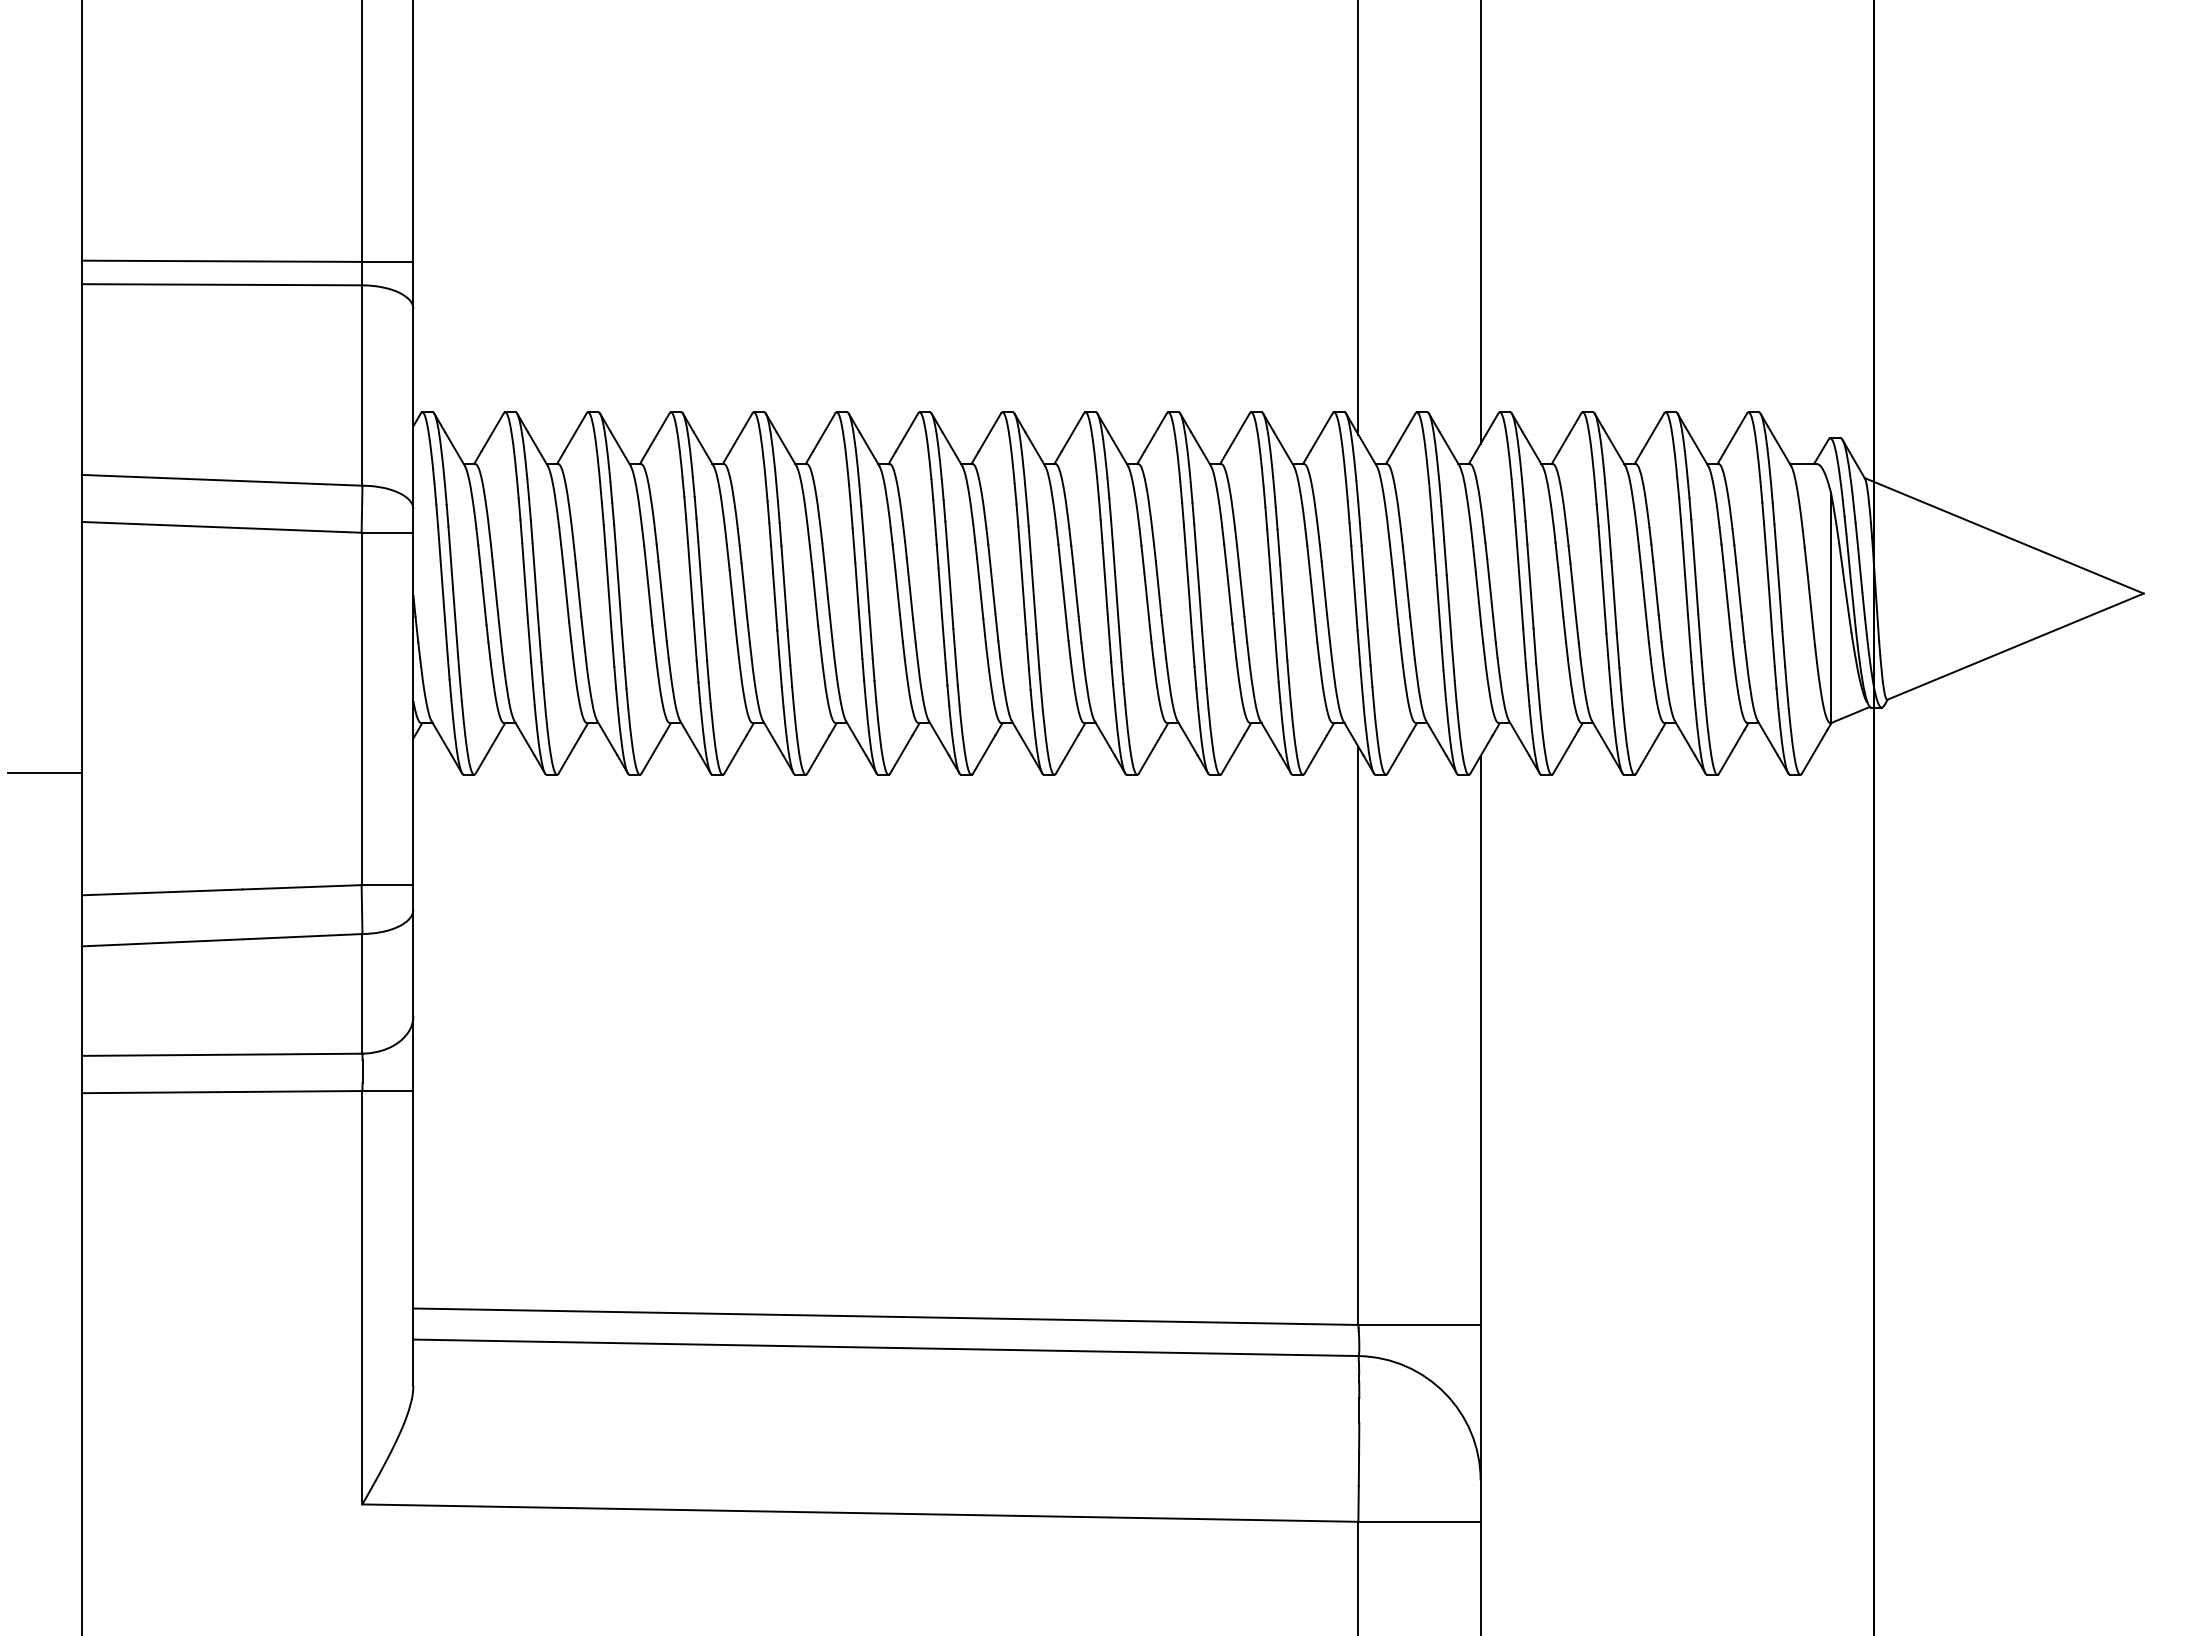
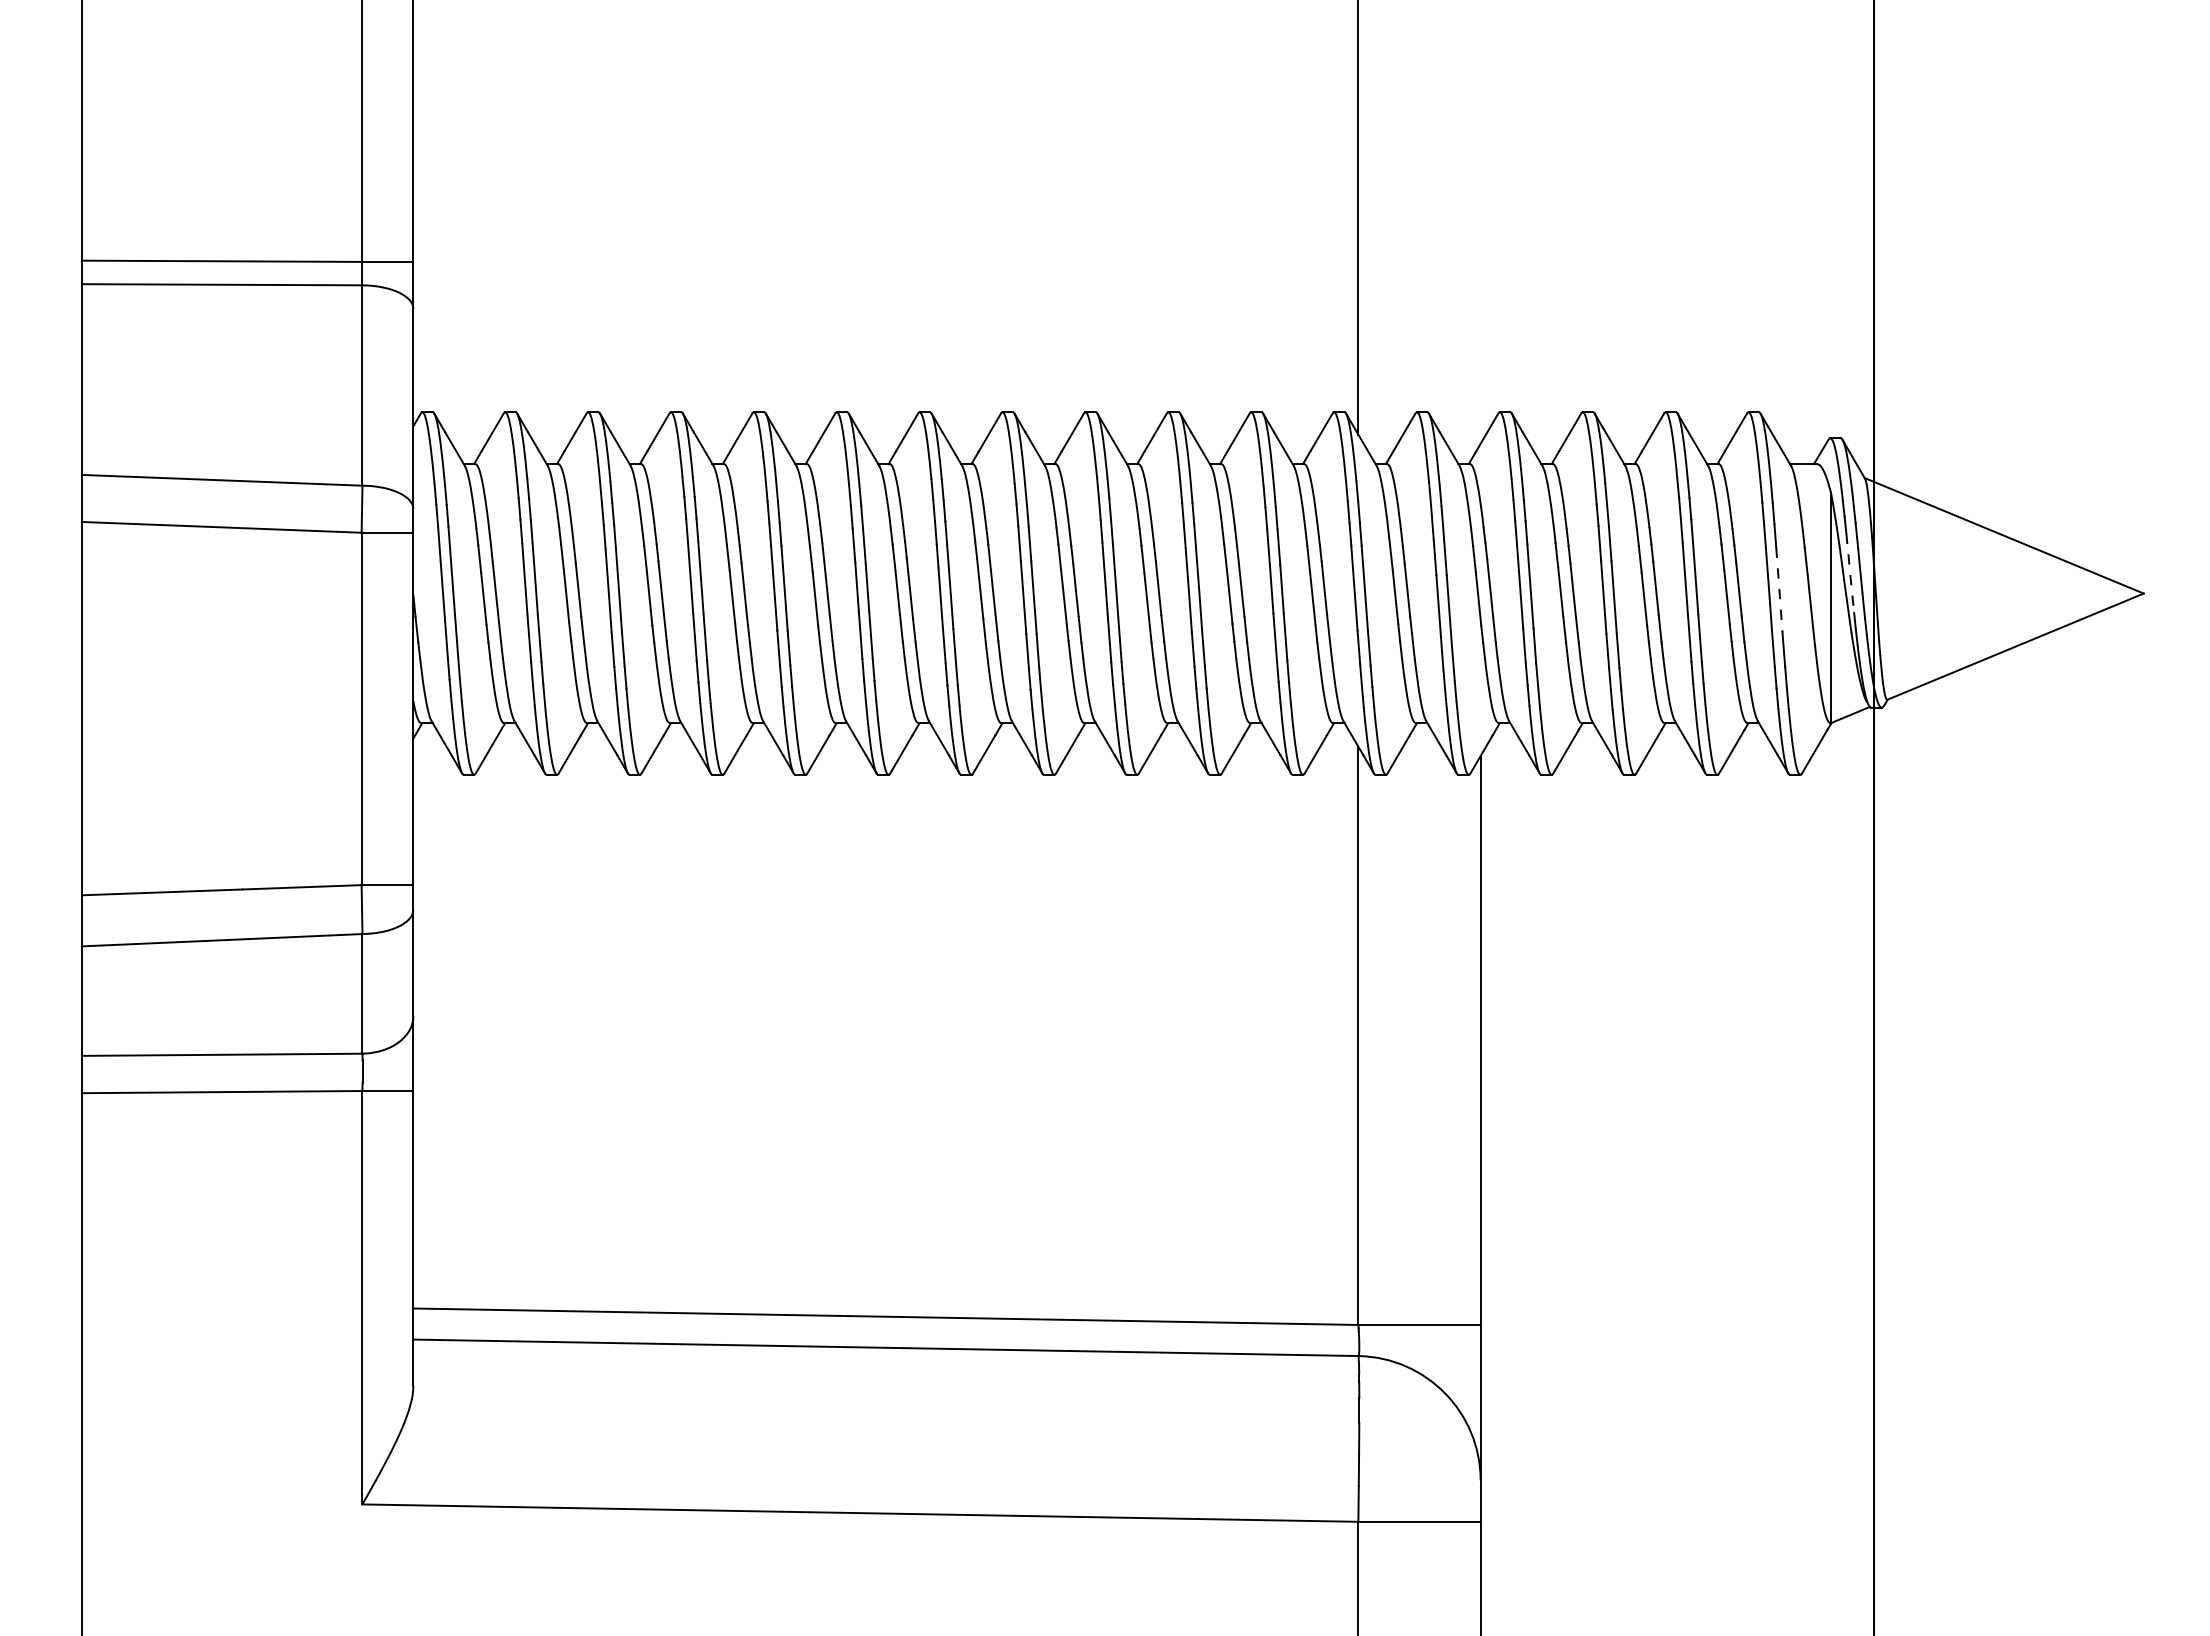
line at (1480, 222): present -> none
line at (1850, 573): solid -> dashed
line at (1779, 590): solid -> dashed
line at (44, 773): present -> none
